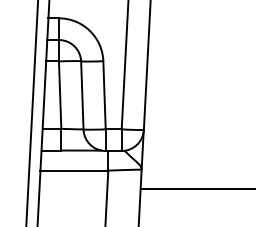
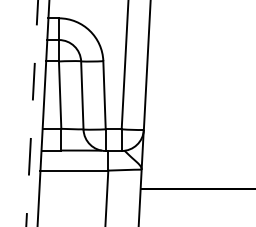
line at (32, 113): solid -> dashed
